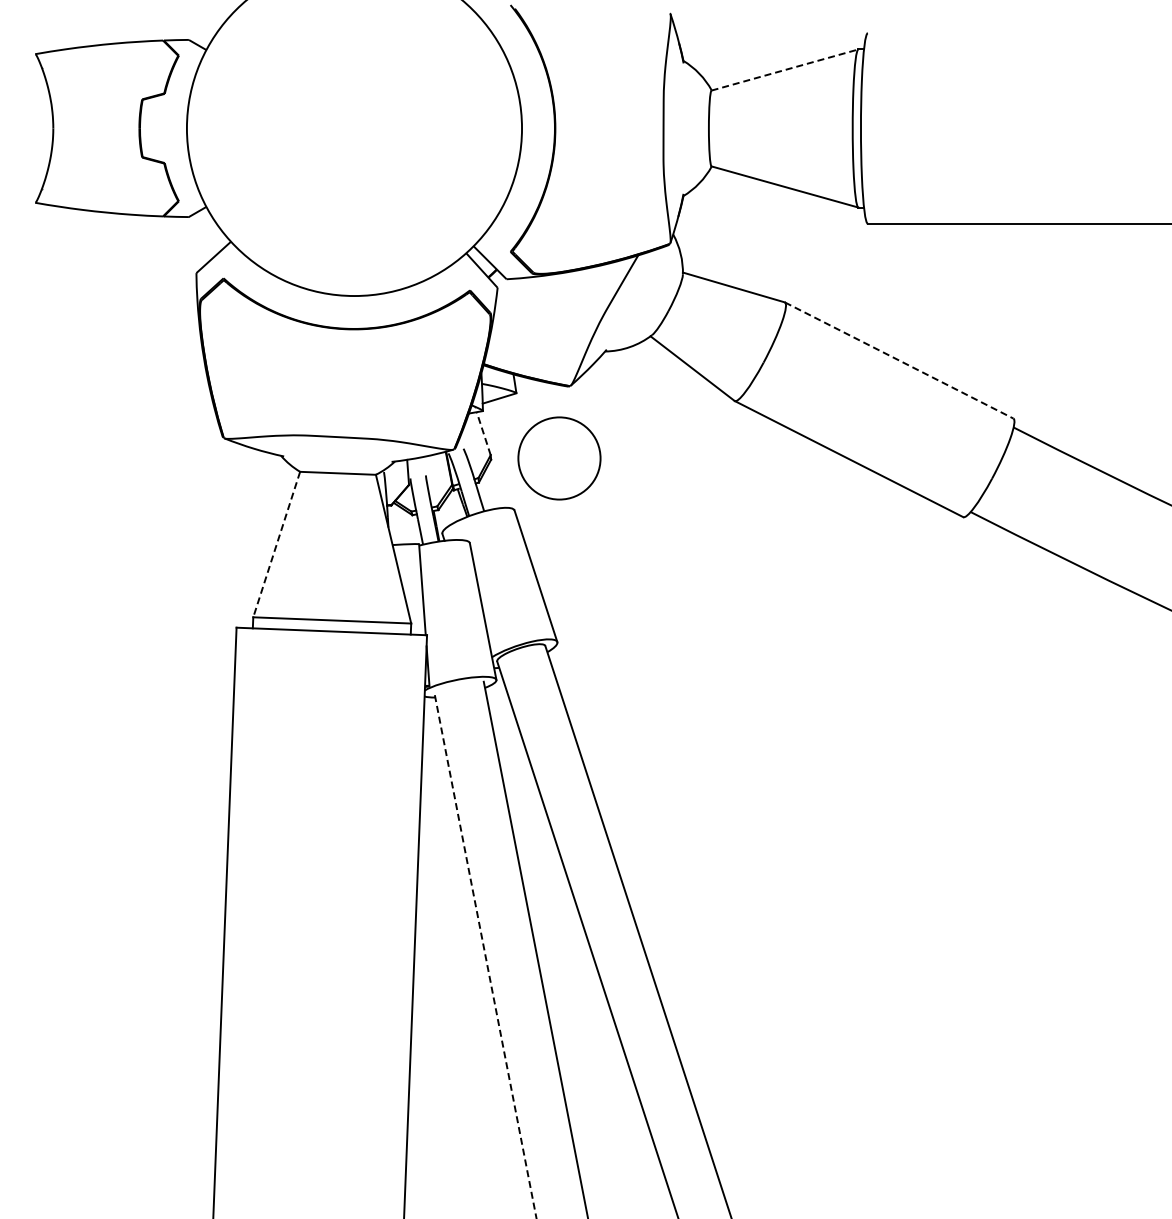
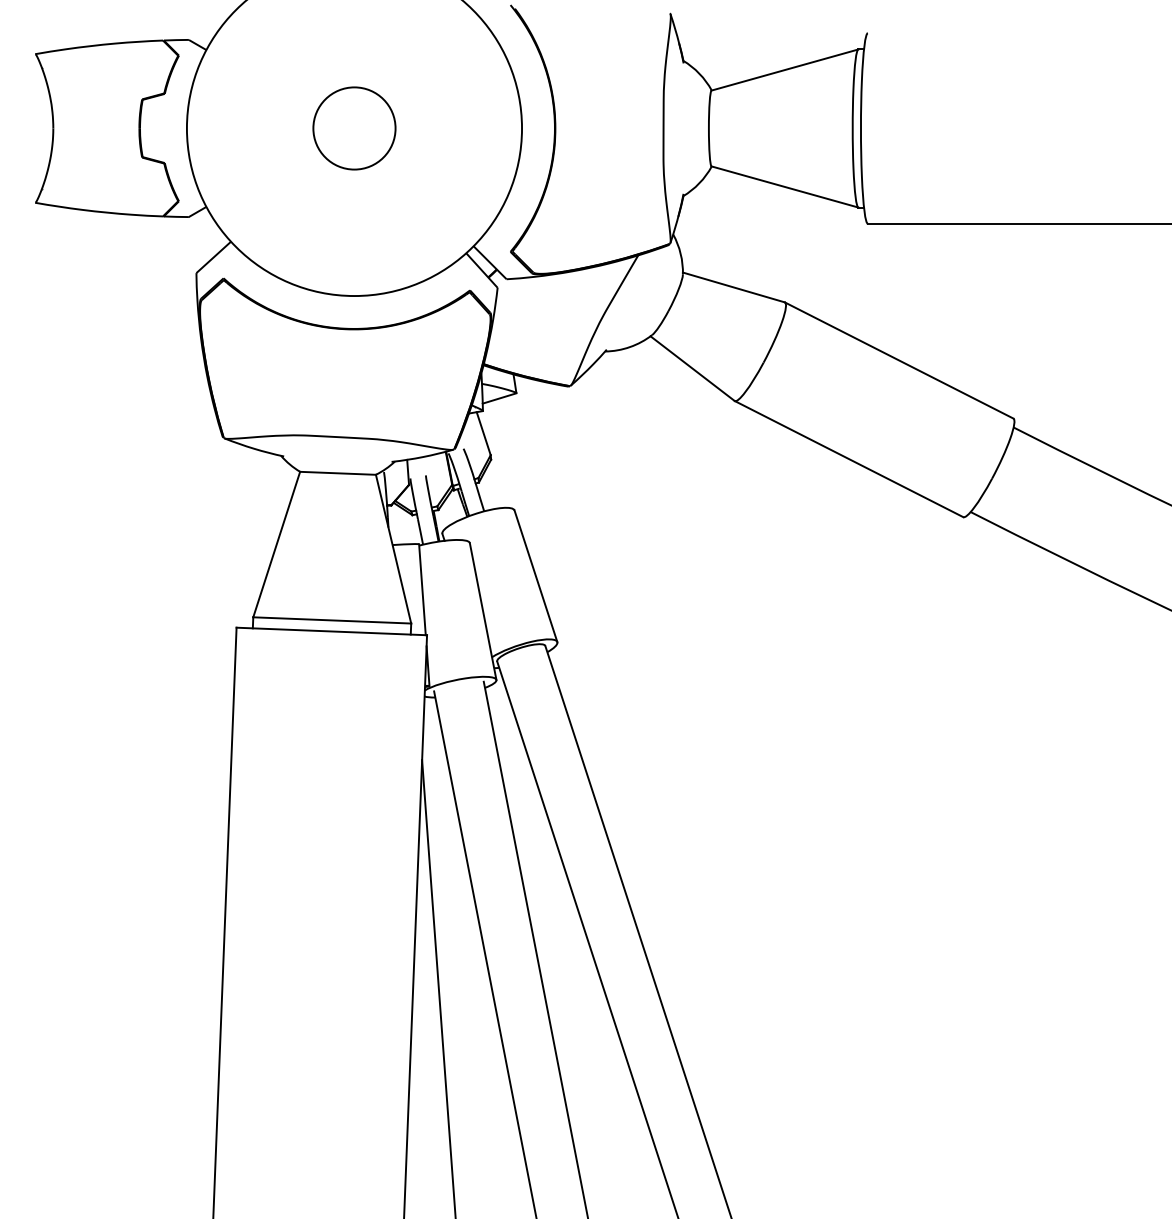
line at (785, 69): dashed -> solid
line at (899, 360): dashed -> solid
line at (483, 433): dashed -> solid
circle at (559, 458) position: (559, 458) -> (354, 128)
line at (276, 545): dashed -> solid
line at (485, 954): dashed -> solid
line at (438, 987): none -> present
